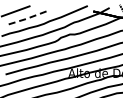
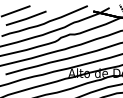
line at (26, 19): dashed -> solid
